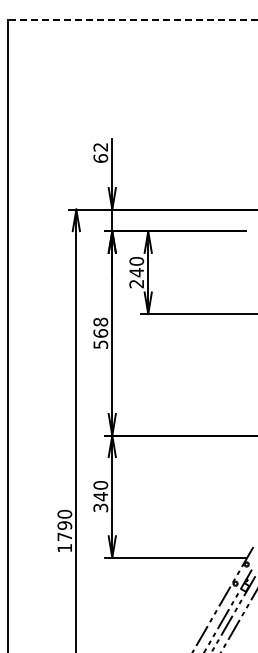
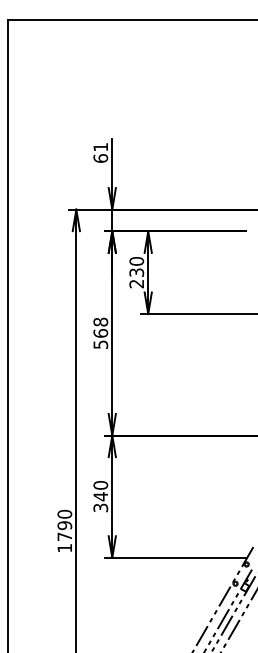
line at (132, 19): dashed -> solid
text at (100, 147): 62 -> 61
text at (136, 272): 240 -> 230
